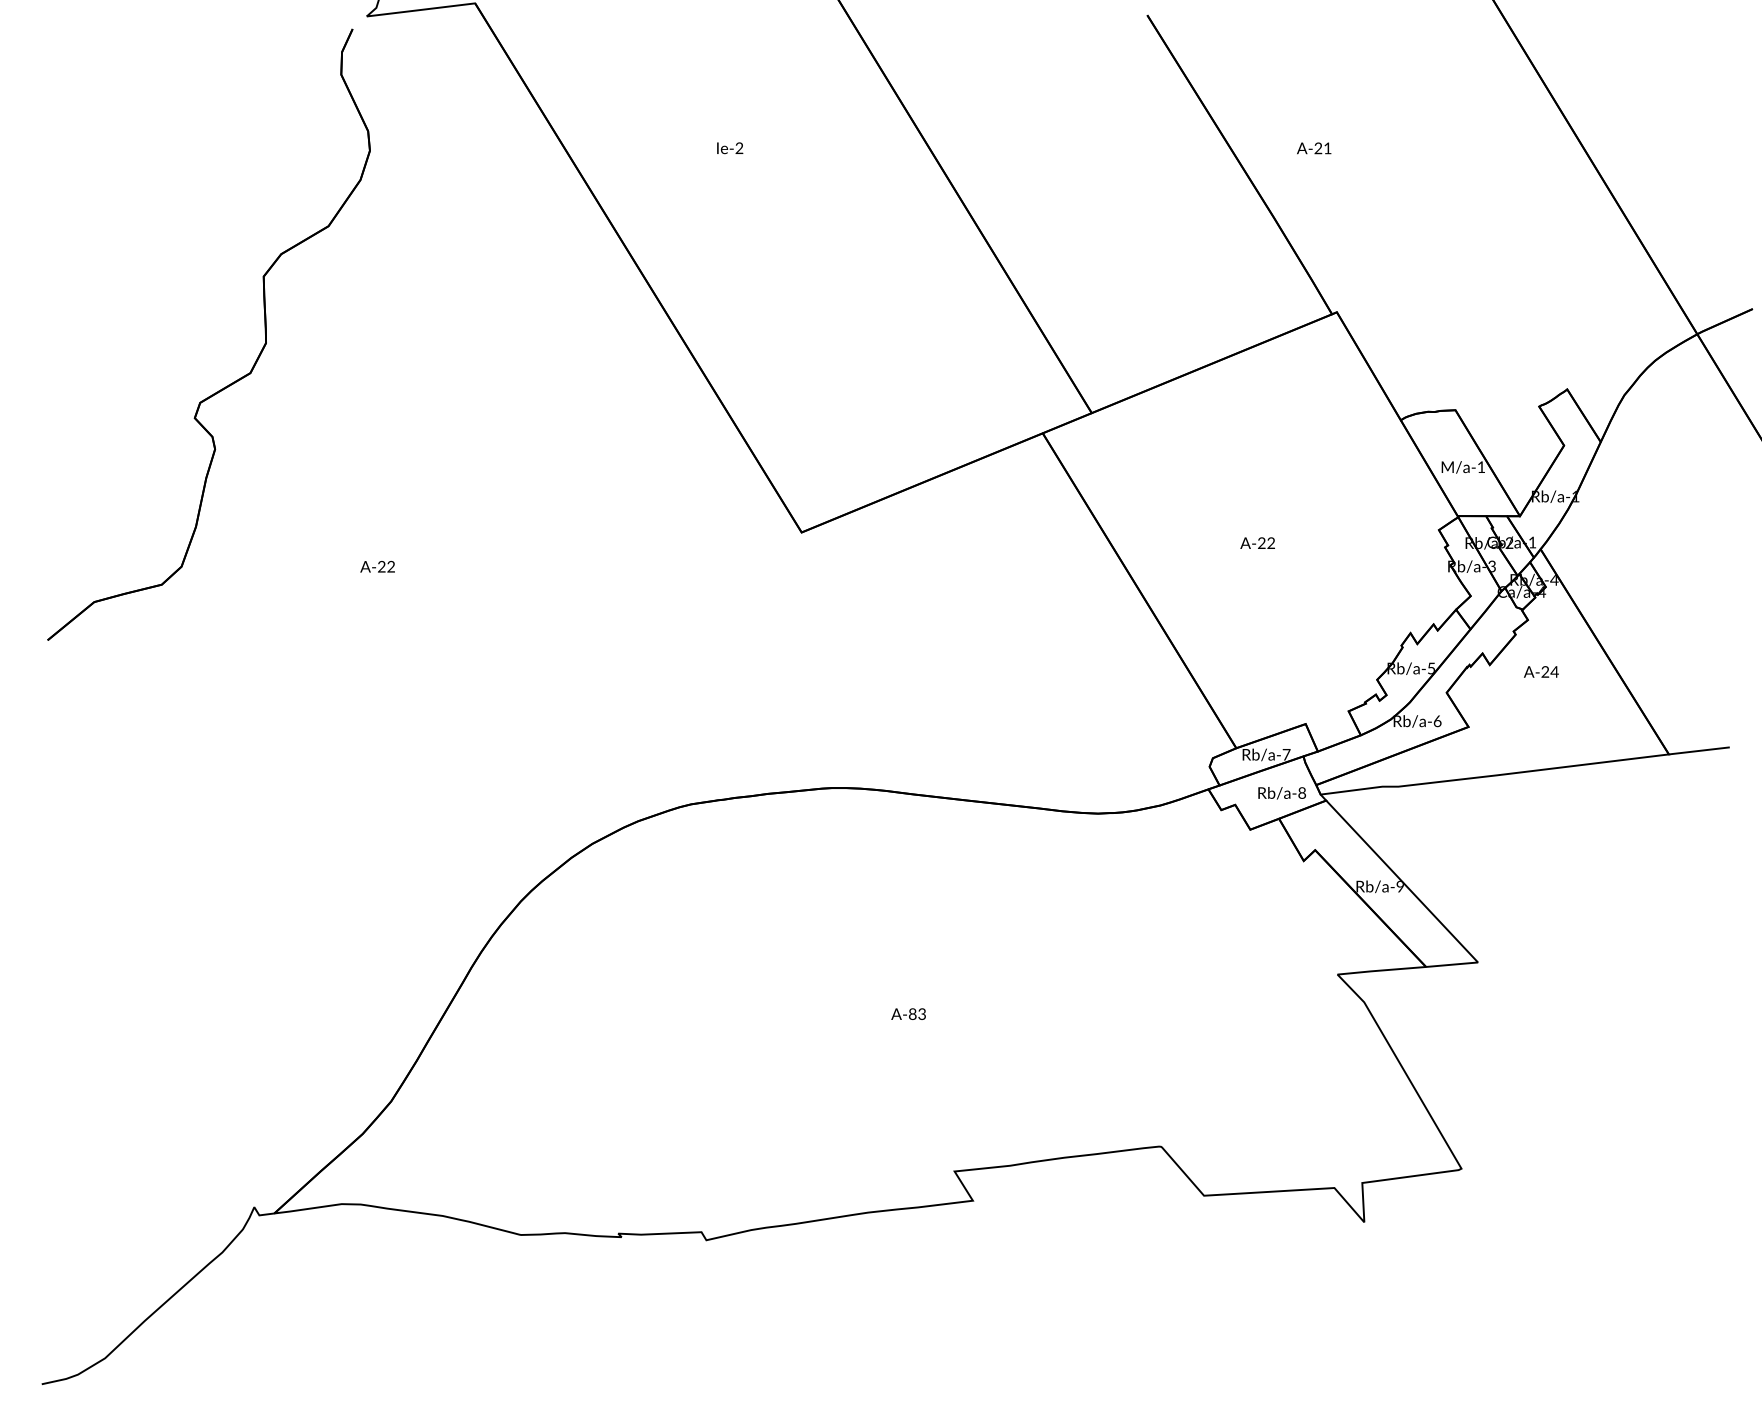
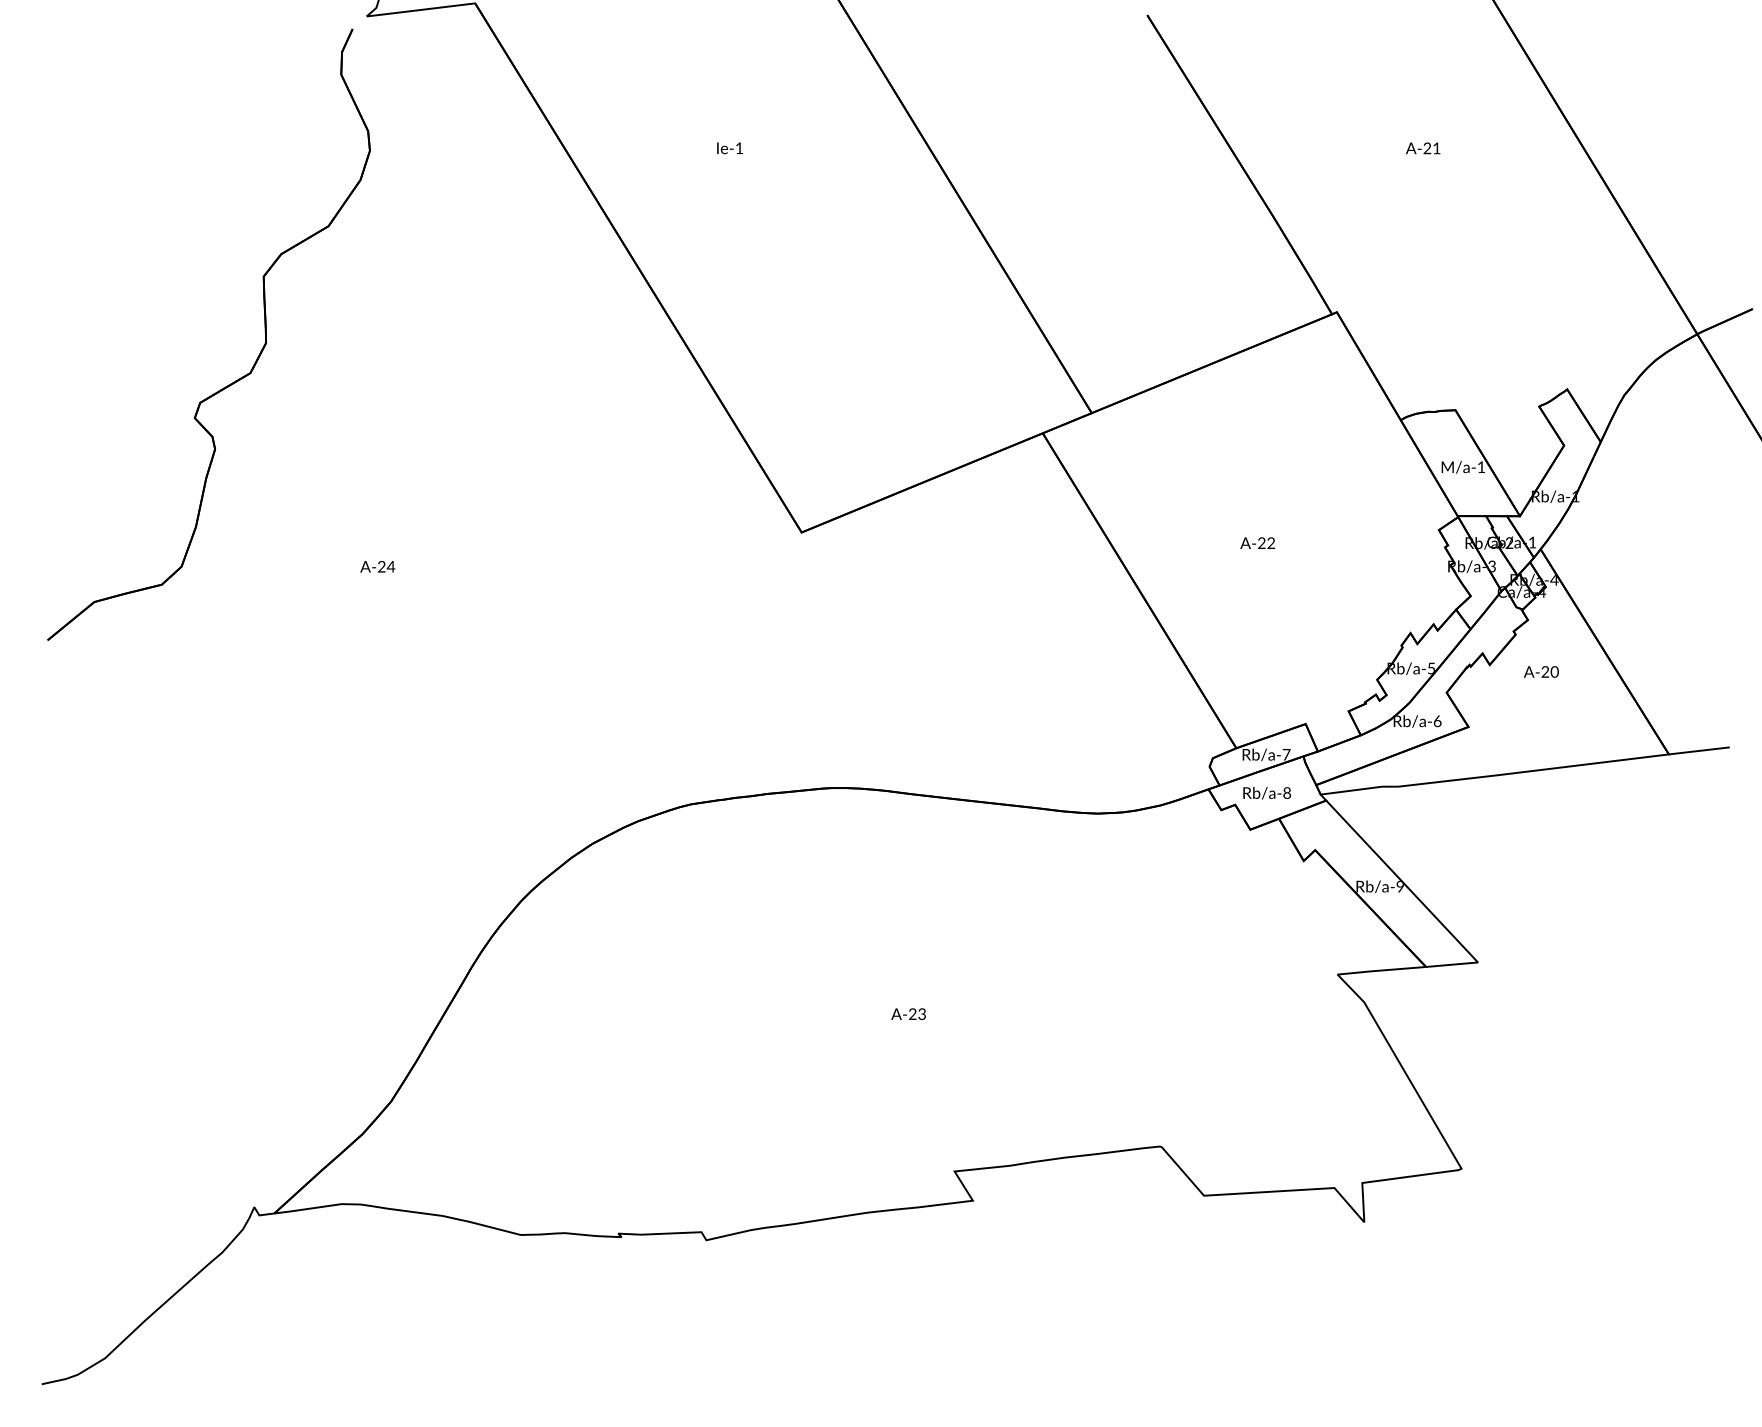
text at (739, 147): Ie-2 -> Ie-1
text at (1314, 148) position: (1314, 148) -> (1423, 148)
text at (390, 566): A-22 -> A-24
text at (1554, 671): A-24 -> A-20
text at (1281, 793) position: (1281, 793) -> (1266, 793)
text at (912, 1014): A-83 -> A-23
